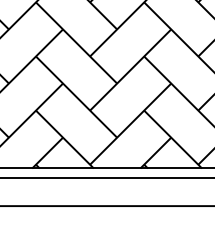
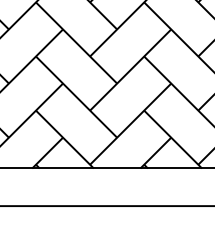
line at (106, 177): present -> none
